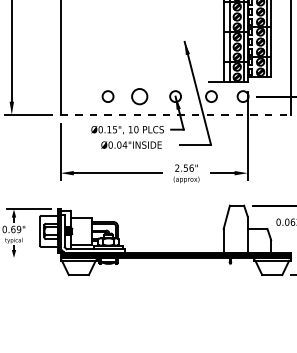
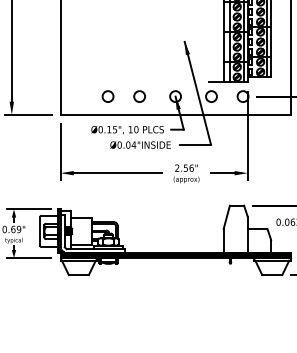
circle at (139, 96) size: 18x18 px -> 13x13 px
line at (175, 114): dashed -> solid
text at (131, 144) position: (131, 144) -> (140, 144)
line at (28, 257): none -> present
